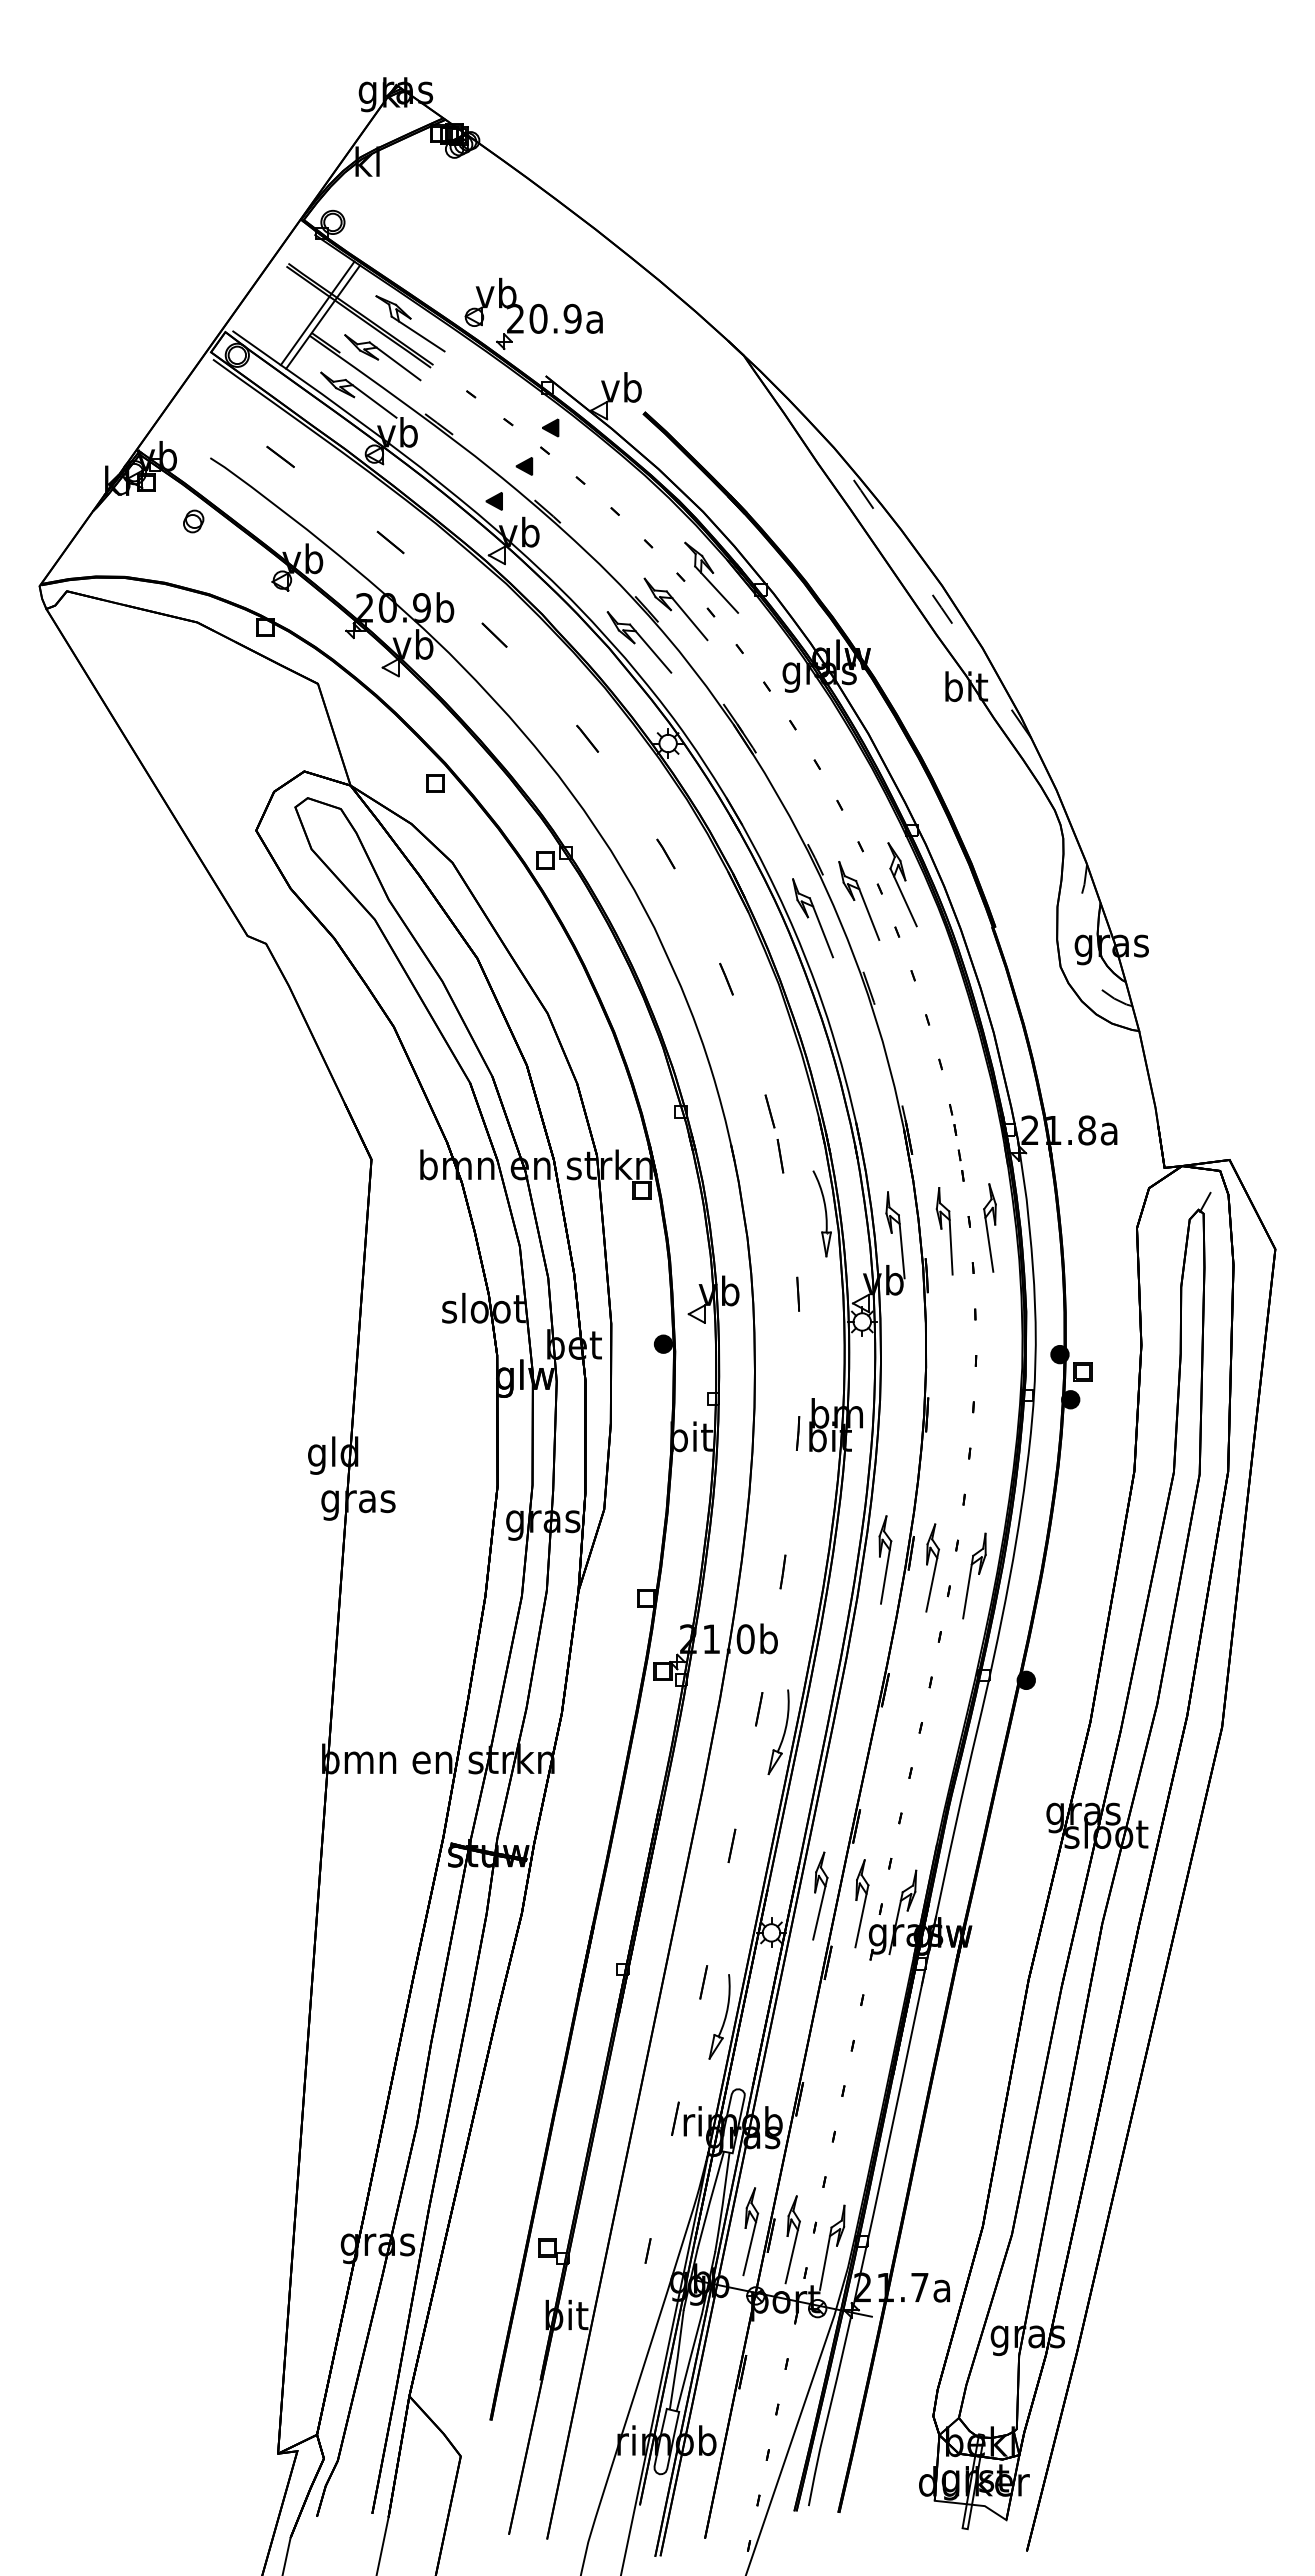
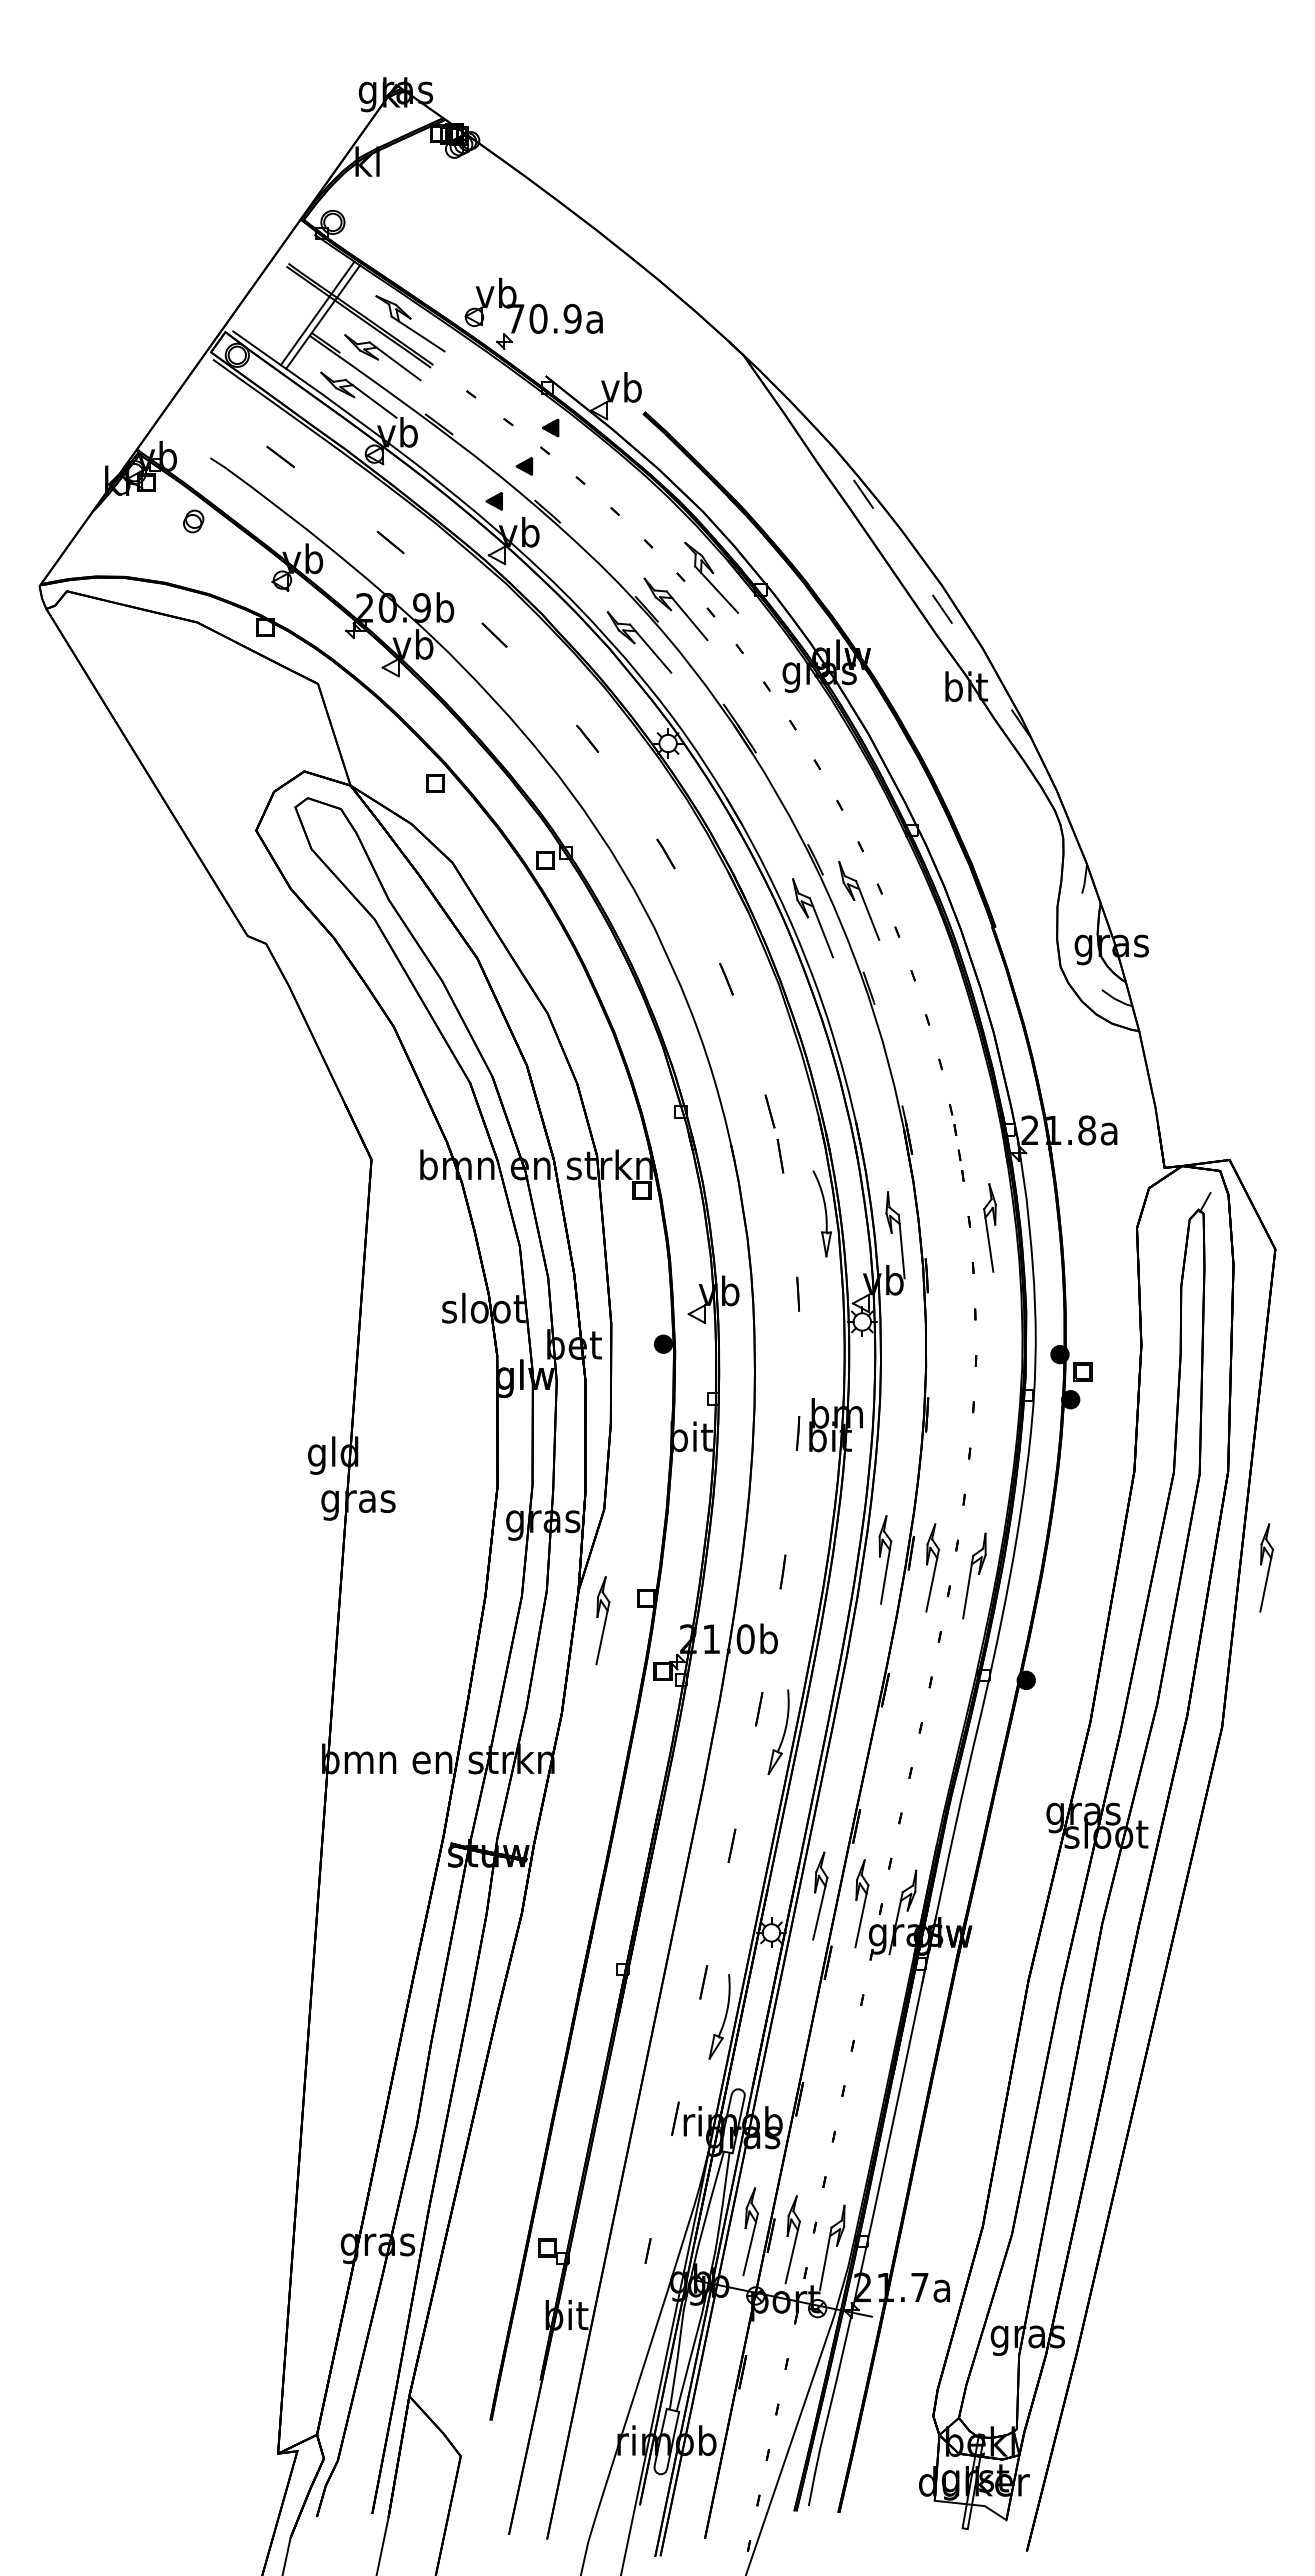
text at (515, 318): 20.9a -> 70.9a
part at (902, 884): present -> none
part at (944, 1231): present -> none
part at (1266, 1567): none -> present
part at (602, 1620): none -> present
